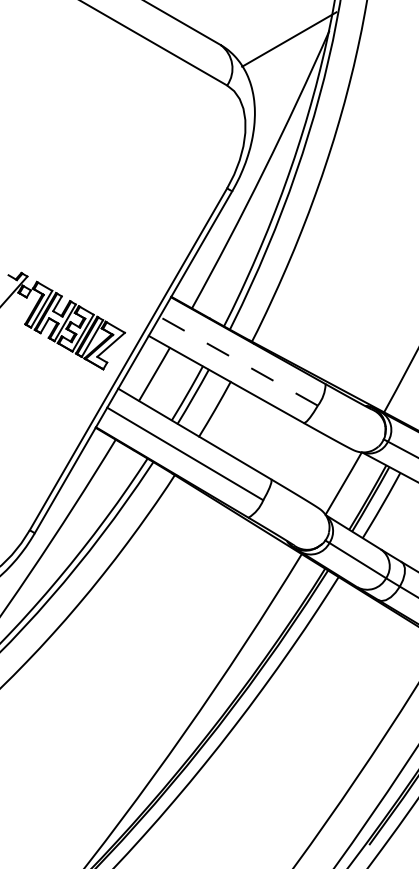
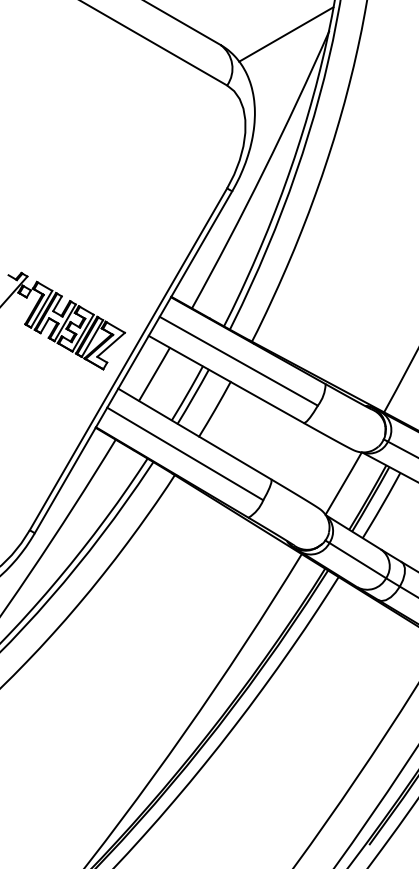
line at (289, 39) position: (289, 39) -> (286, 34)
line at (238, 361): dashed -> solid
